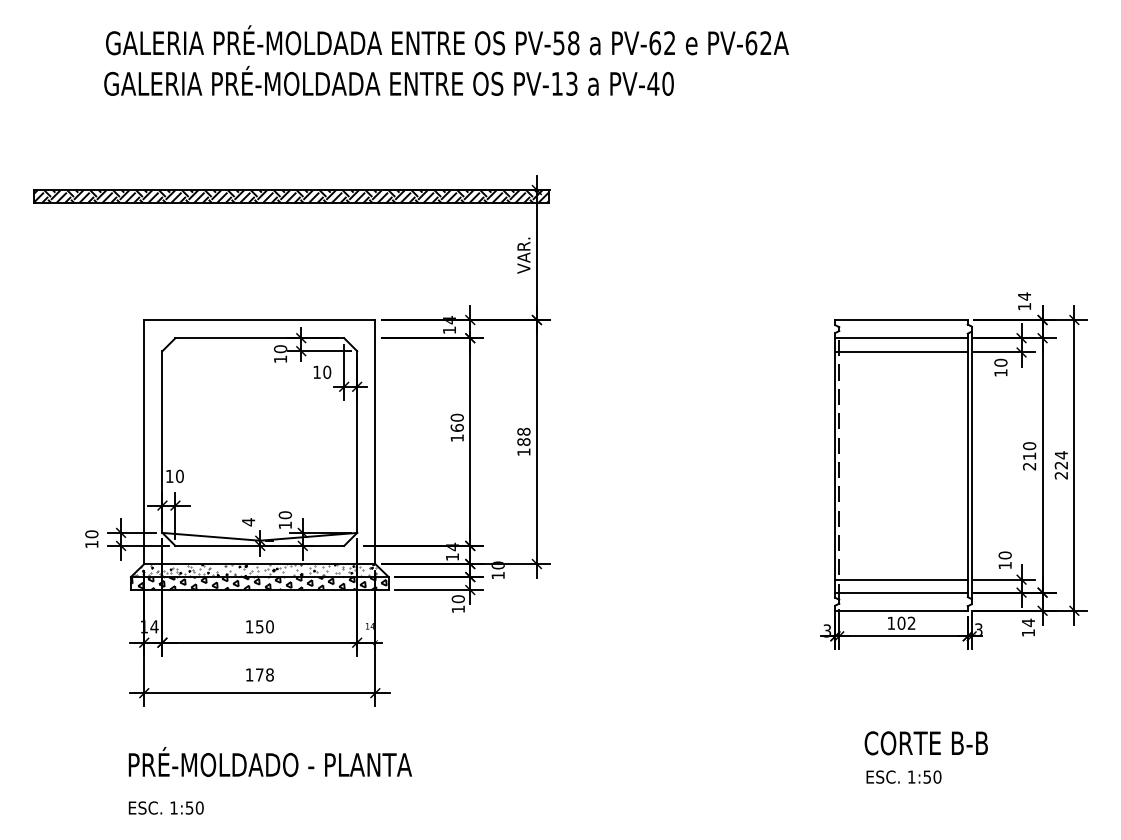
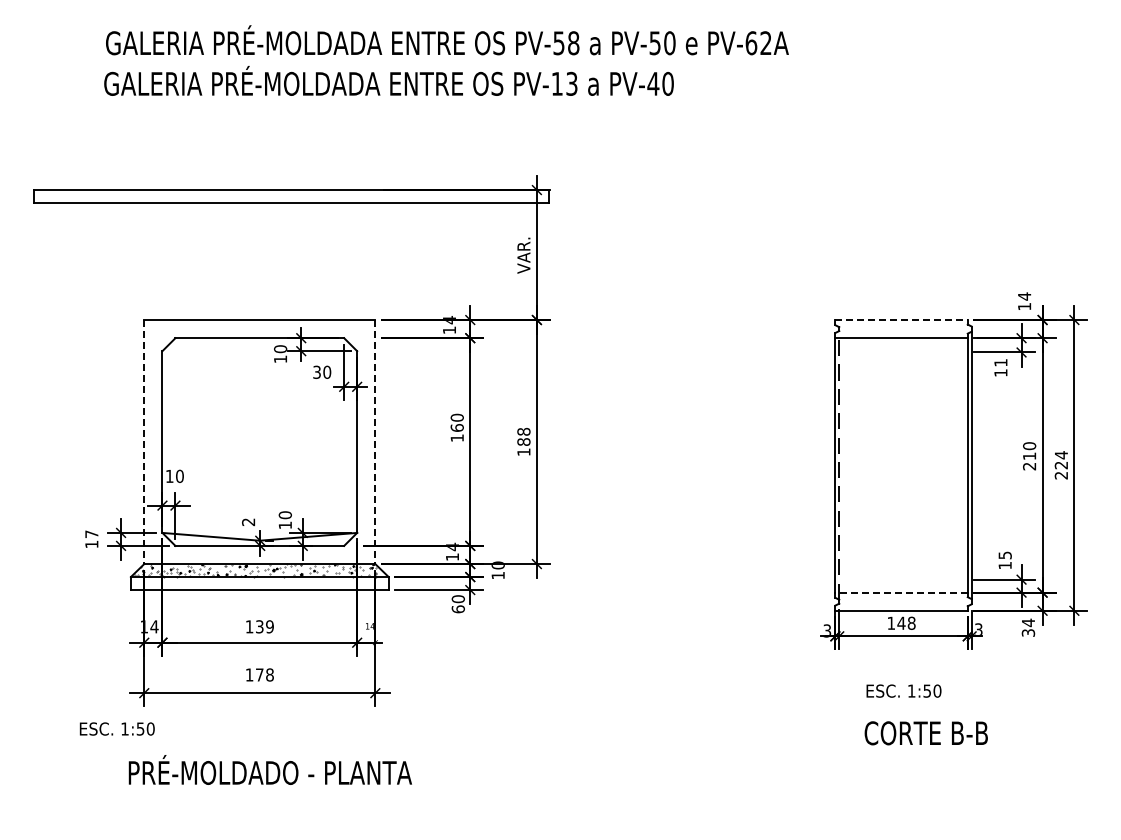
text at (662, 43): PV-62 -> PV-50
hatch at (290, 196): present -> none
line at (902, 320): solid -> dashed
line at (901, 352): present -> none
text at (1000, 362): 10 -> 11
text at (316, 371): 10 -> 30
line at (144, 442): solid -> dashed
line at (375, 442): solid -> dashed
text at (248, 522): 4 -> 2
text at (91, 534): 10 -> 17
text at (1004, 555): 10 -> 15
line at (901, 579): present -> none
hatch at (258, 583): present -> none
line at (901, 592): solid -> dashed
text at (457, 609): 10 -> 60
text at (906, 622): 102 -> 148
text at (264, 626): 150 -> 139
text at (1028, 632): 14 -> 34
text at (925, 743) position: (925, 743) -> (925, 733)
text at (269, 761) position: (269, 761) -> (269, 769)
text at (903, 776) position: (903, 776) -> (903, 690)
text at (165, 807) position: (165, 807) -> (116, 728)
